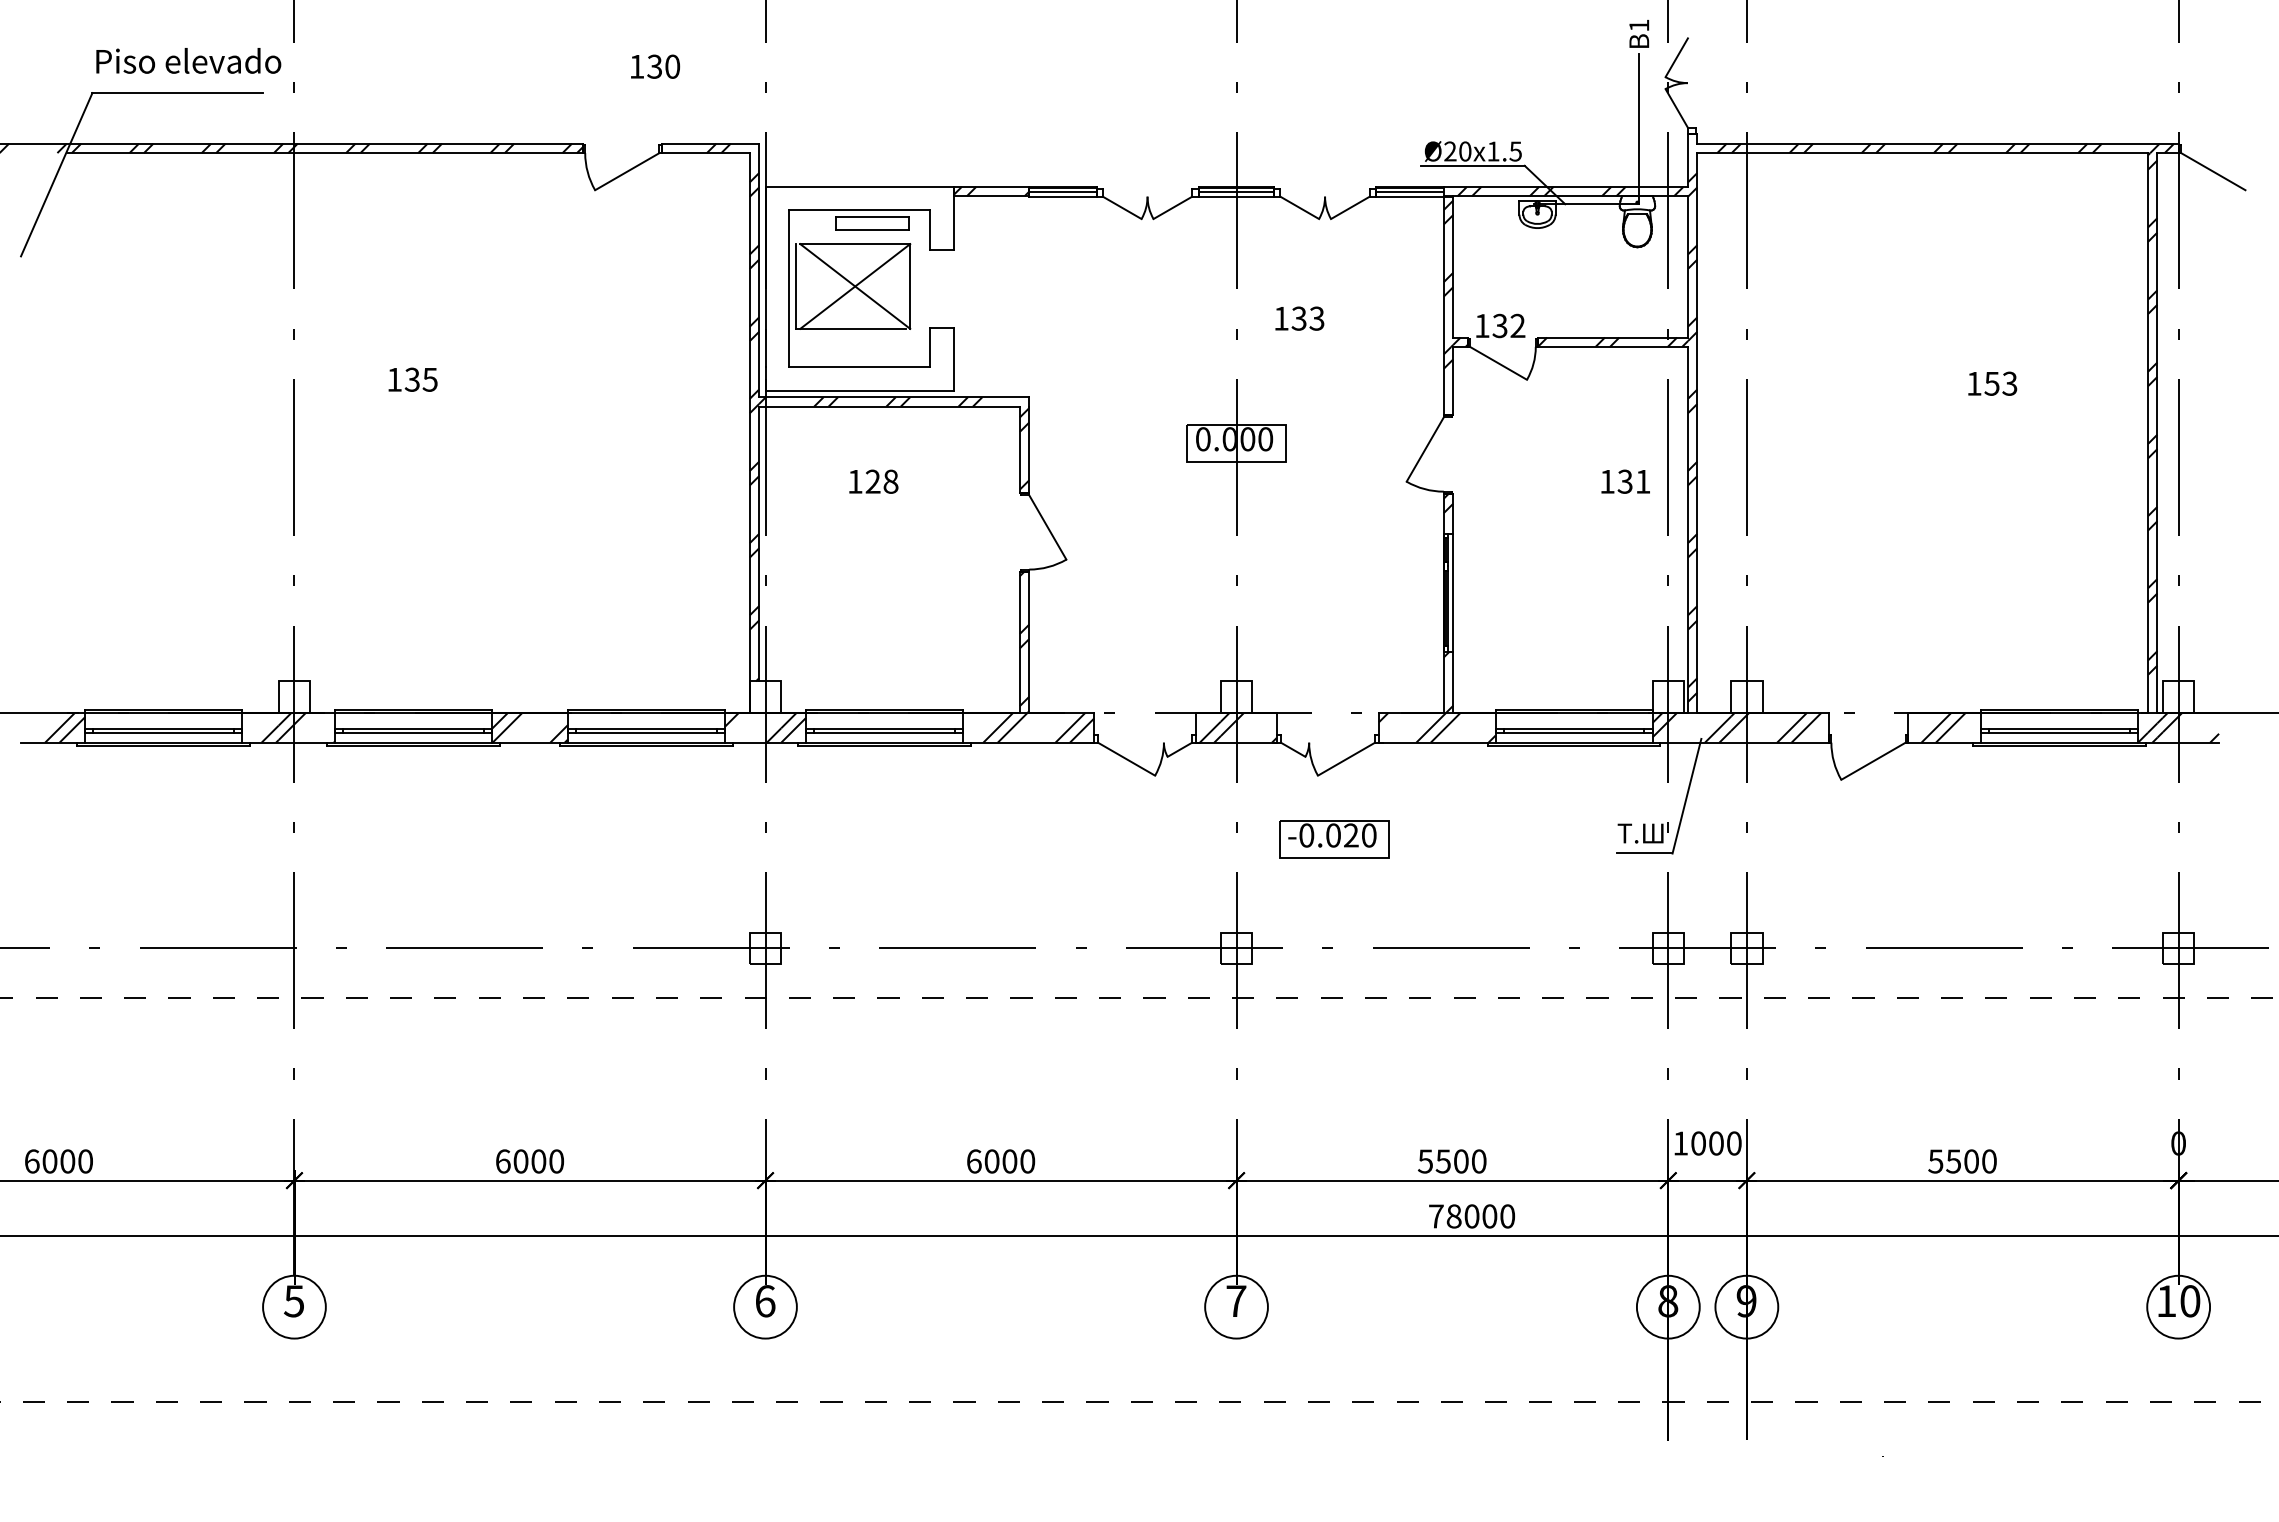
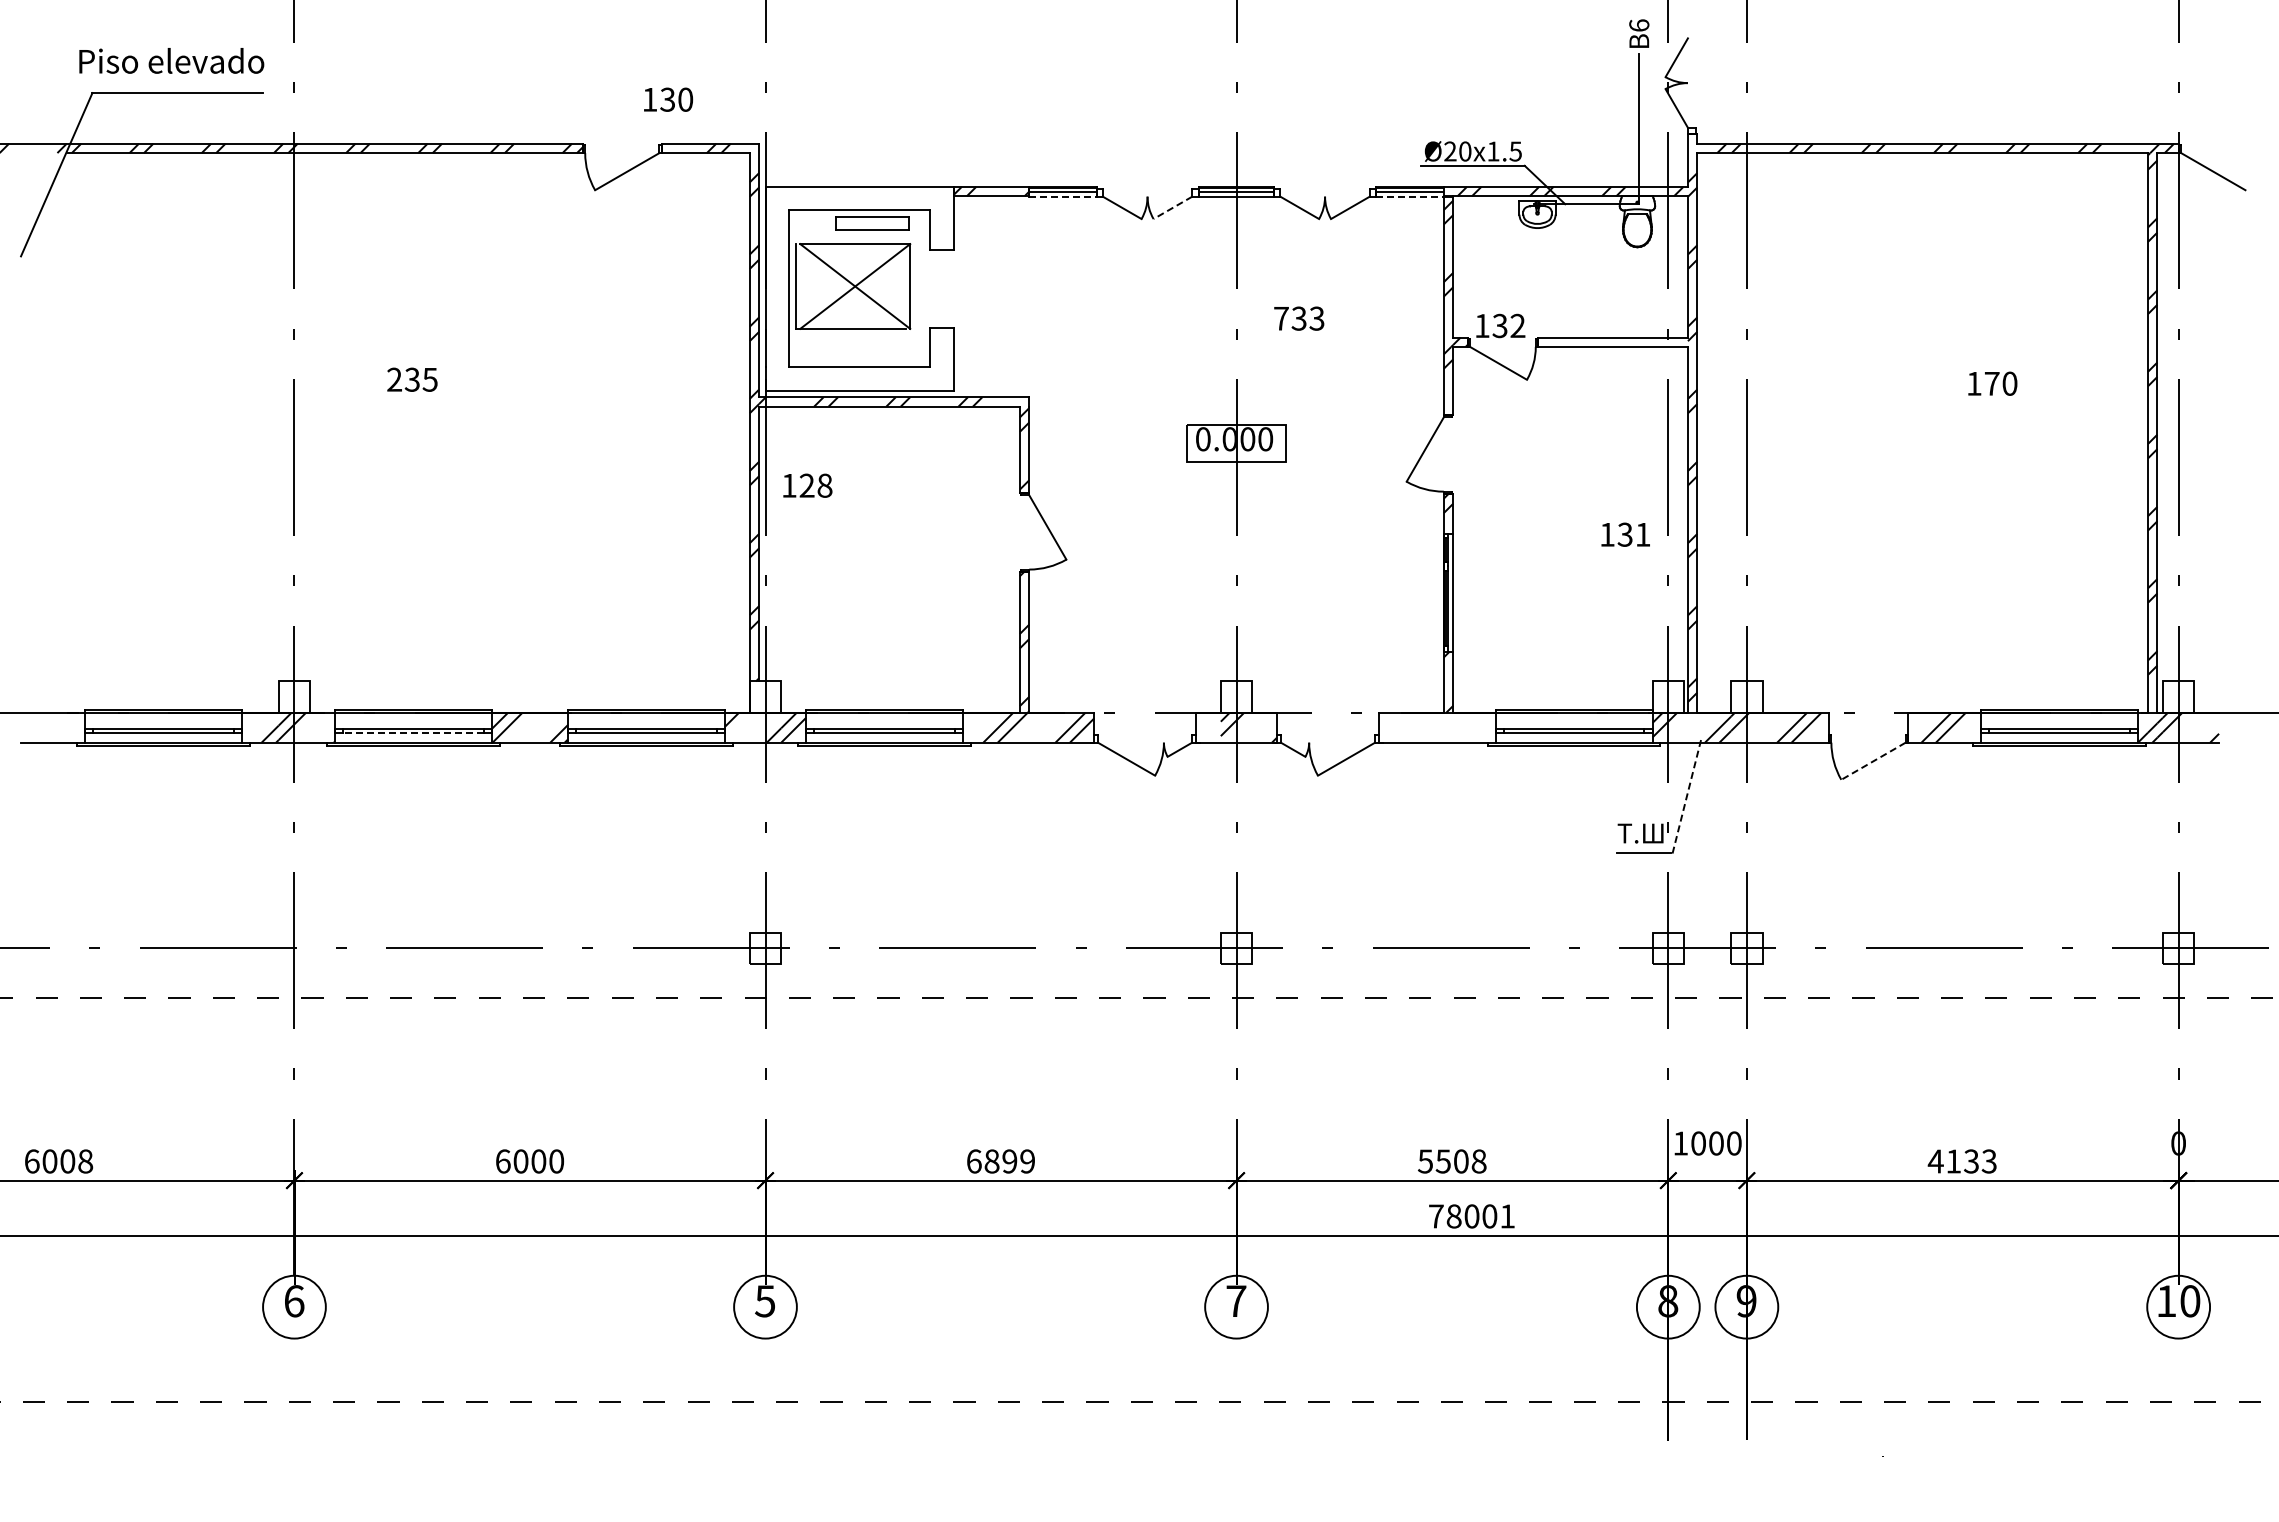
text at (1639, 25): B1 -> B6
text at (188, 60) position: (188, 60) -> (171, 60)
text at (655, 66) position: (655, 66) -> (668, 99)
line at (1062, 196): solid -> dashed
line at (1409, 196): solid -> dashed
line at (1172, 208): solid -> dashed
text at (1281, 318): 133 -> 733
hatch at (1612, 341): present -> none
text at (394, 379): 135 -> 235
text at (2000, 383): 153 -> 170
text at (873, 481) position: (873, 481) -> (807, 485)
text at (1625, 481) position: (1625, 481) -> (1625, 534)
hatch at (65, 727): present -> none
hatch at (1437, 727): present -> none
hatch at (1209, 731): present -> none
line at (412, 733): solid -> dashed
line at (1873, 761): solid -> dashed
line at (1687, 795): solid -> dashed
part at (1334, 839): present -> none
text at (85, 1161): 6000 -> 6008
text at (1009, 1161): 6000 -> 6899
text at (1478, 1161): 5500 -> 5508
text at (1961, 1161): 5500 -> 4133
text at (1507, 1216): 78000 -> 78001
text at (294, 1301): 5 -> 6
text at (765, 1301): 6 -> 5
